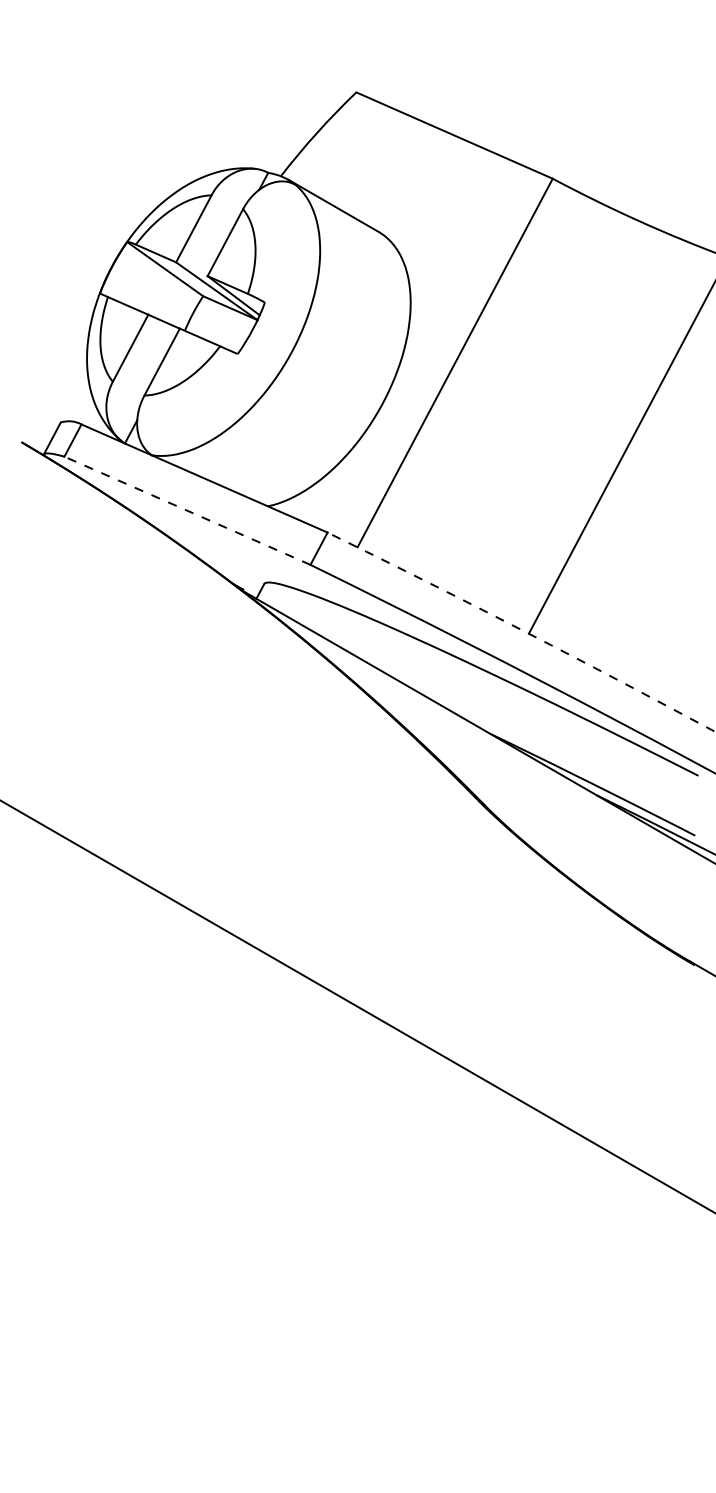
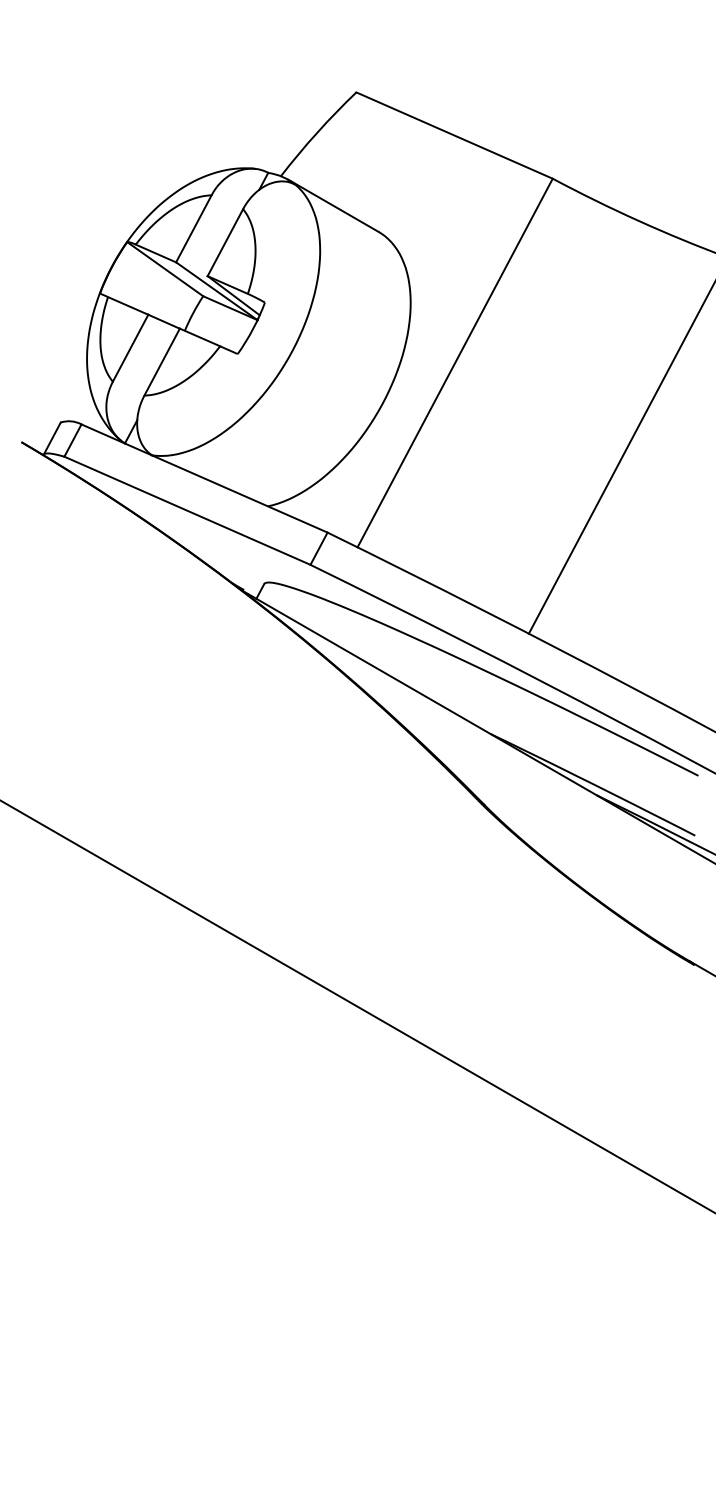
line at (187, 510): dashed -> solid
arc at (522, 630): dashed -> solid
